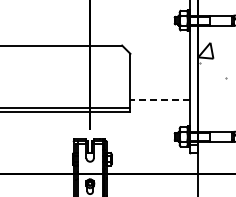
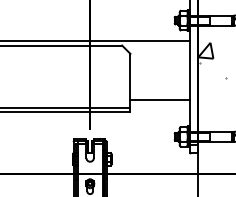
line at (95, 41): none -> present
line at (160, 99): dashed -> solid
